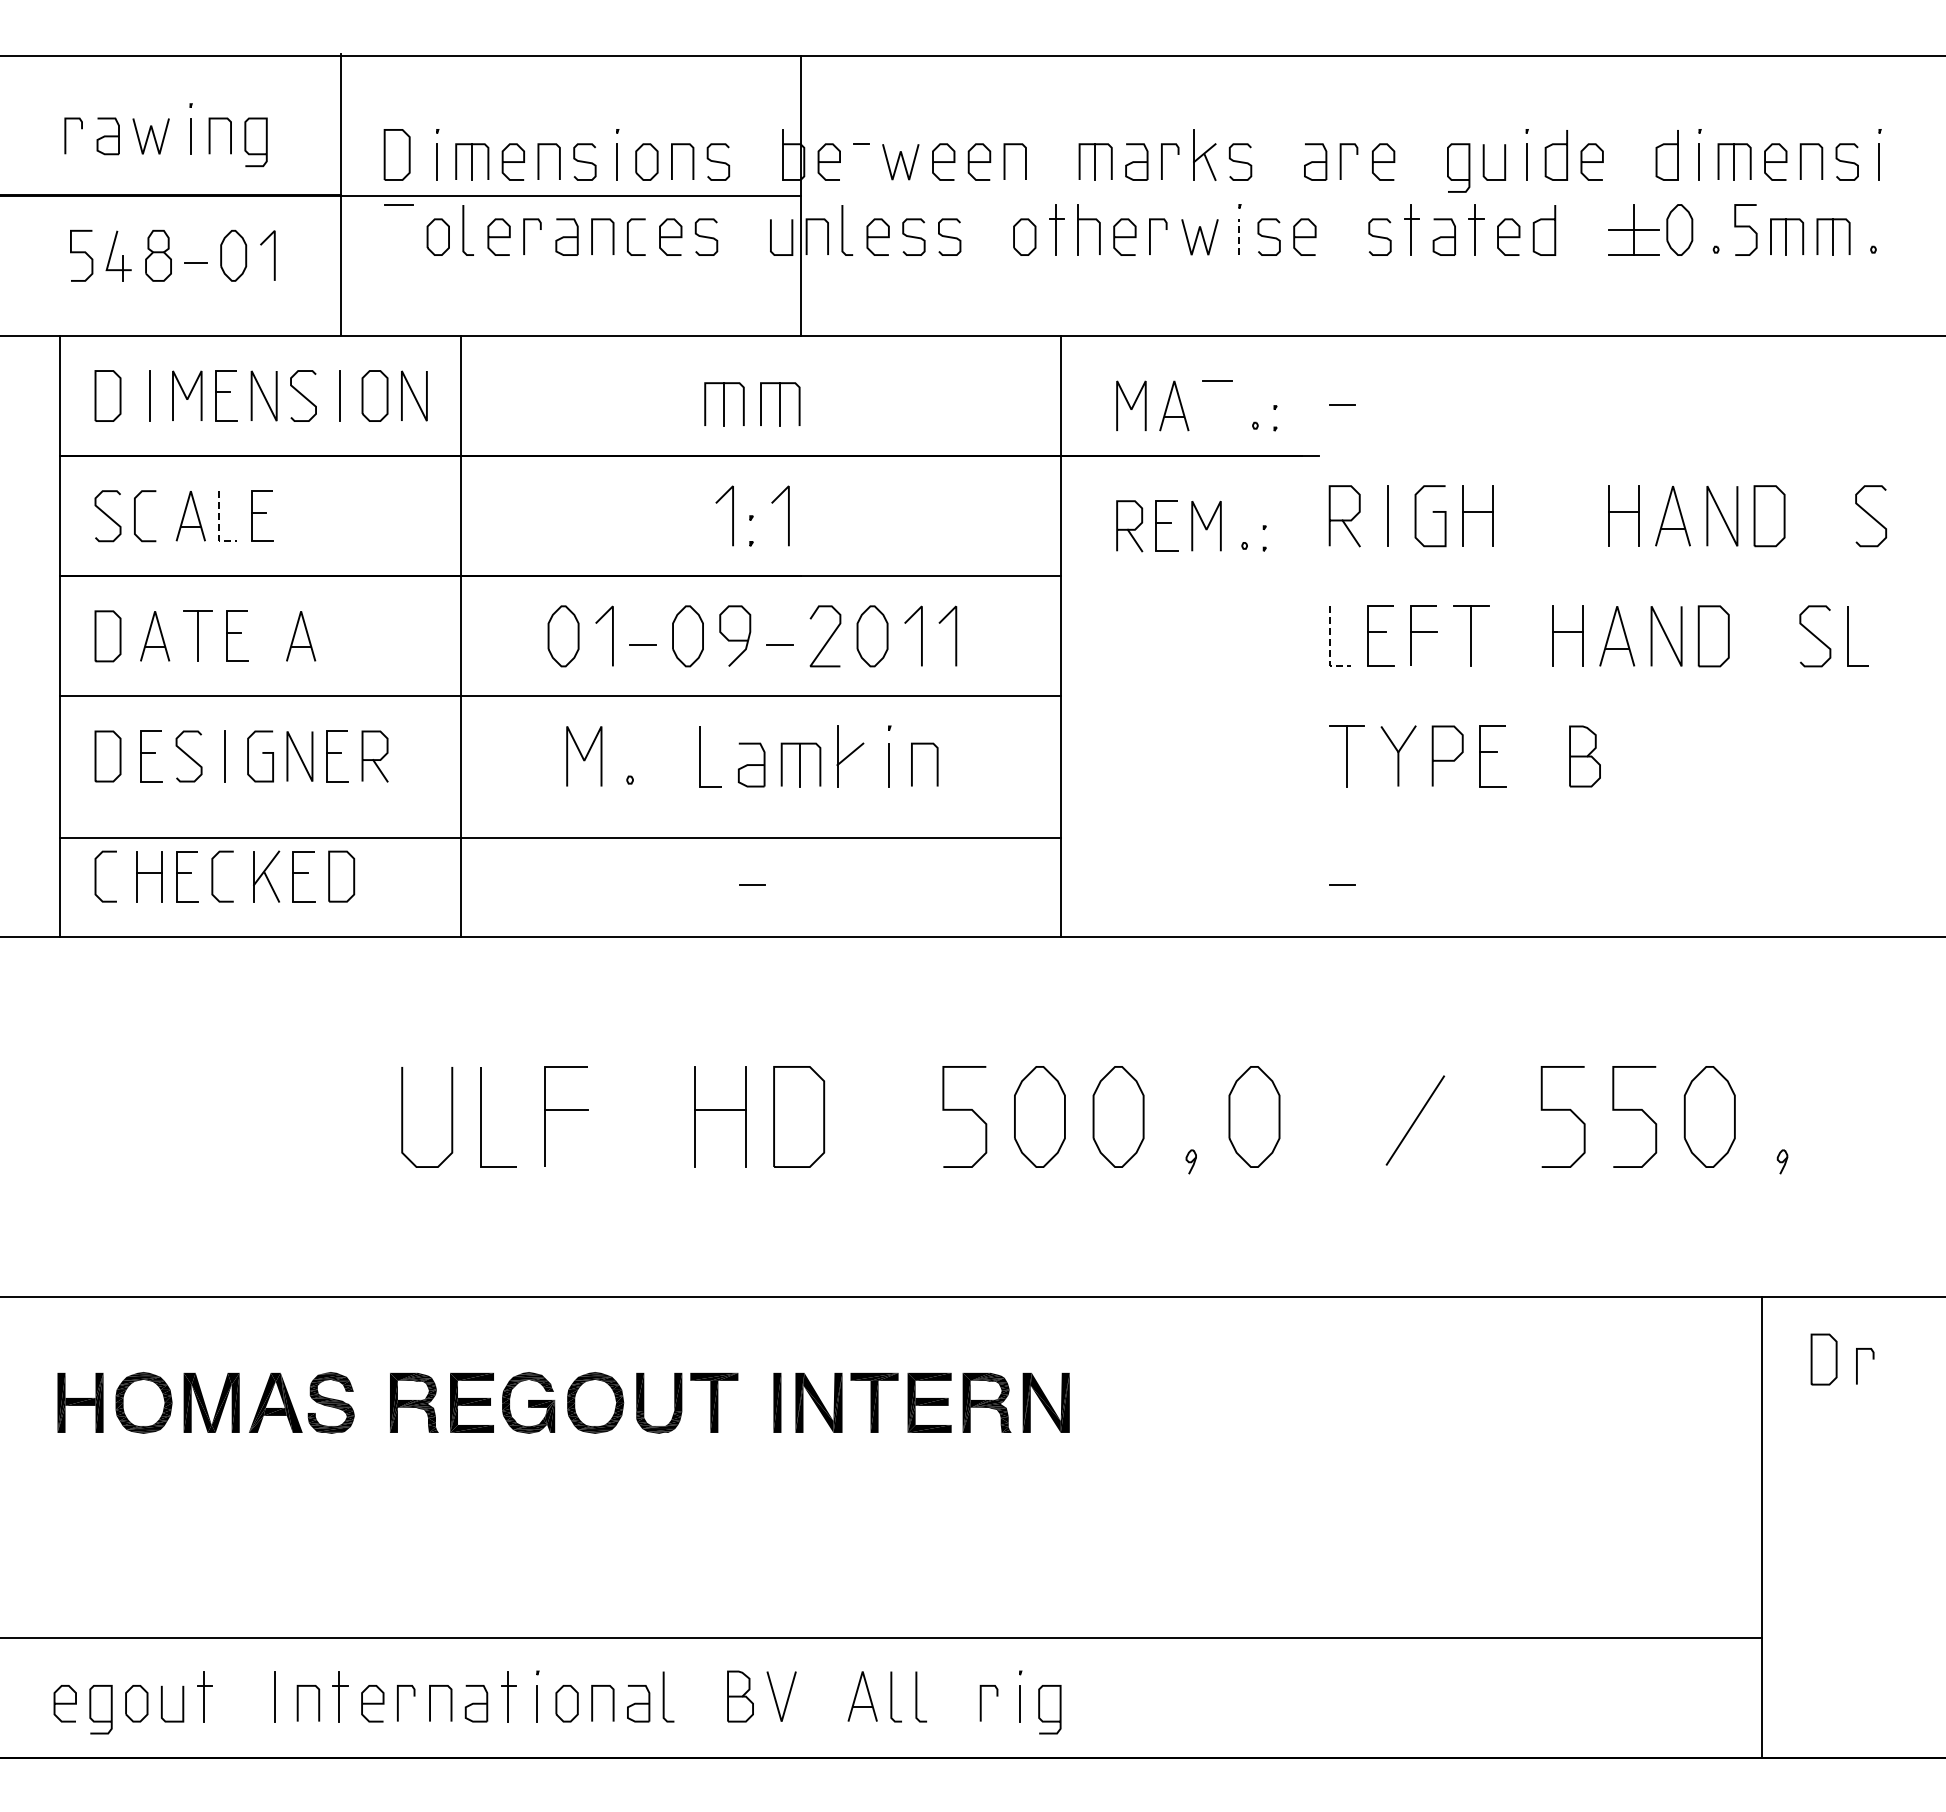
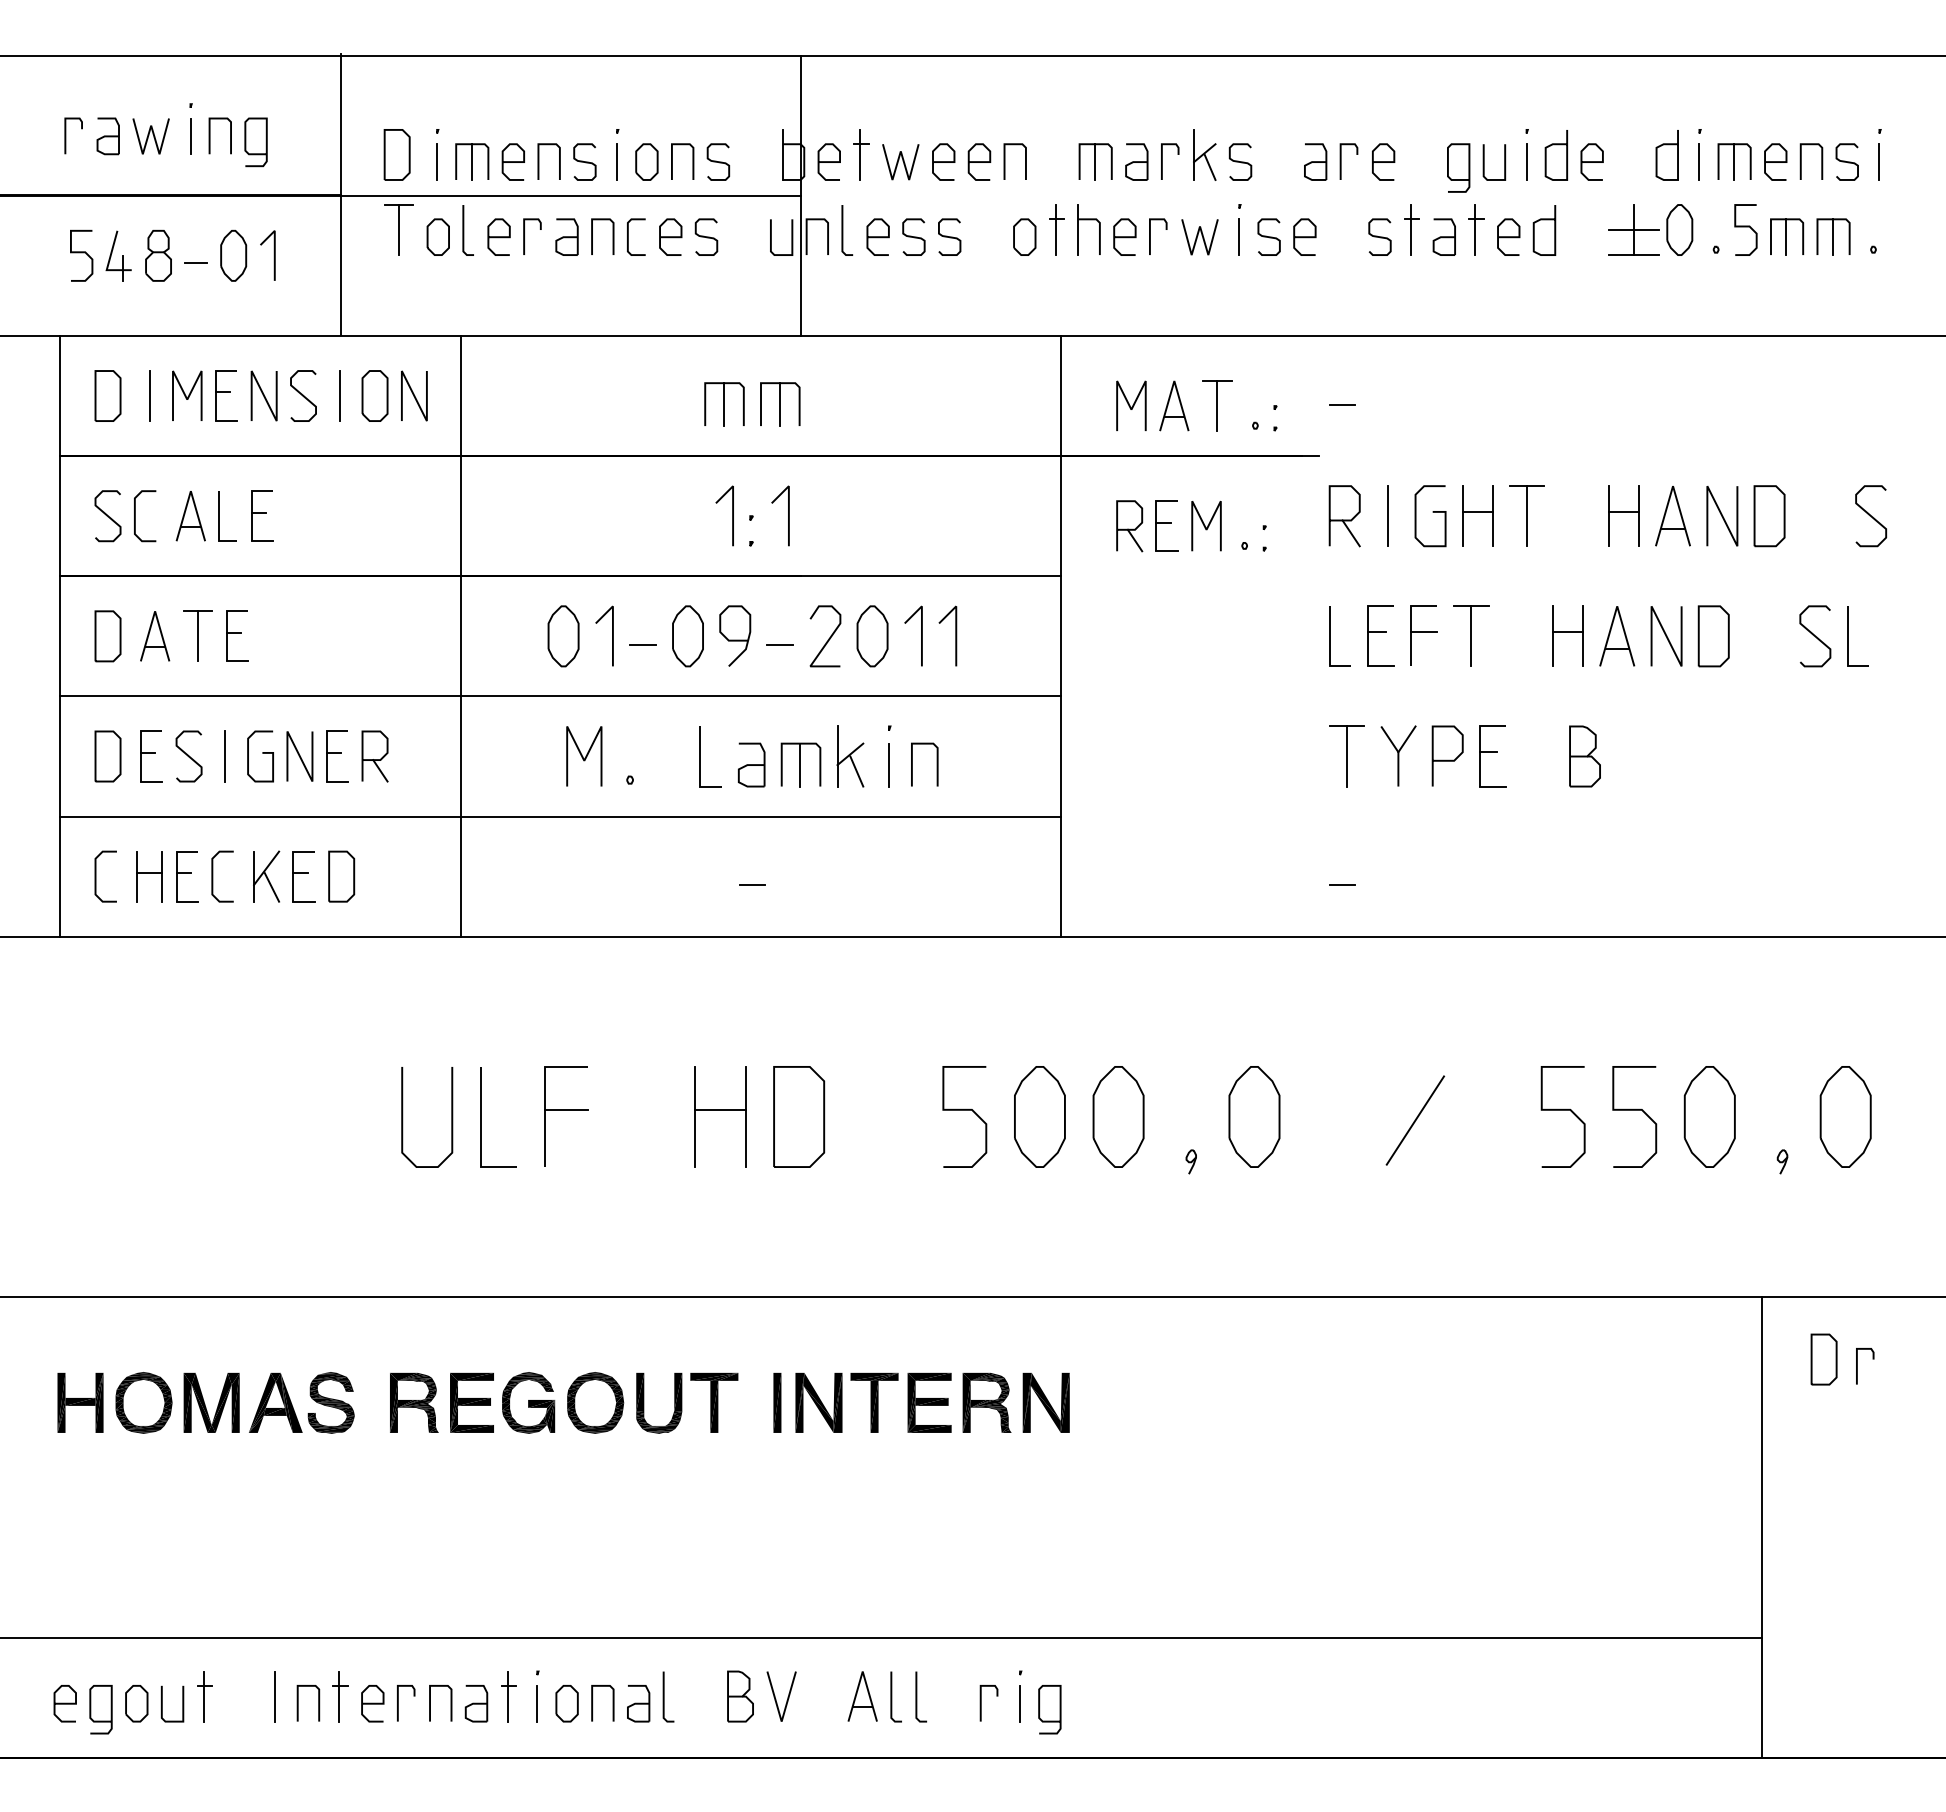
line at (860, 154): none -> present
line at (398, 230): none -> present
line at (1239, 237): dashed -> solid
line at (1217, 406): none -> present
part at (1526, 515): none -> present
line at (219, 525): dashed -> solid
part at (301, 636): present -> none
line at (1329, 647): dashed -> solid
line at (856, 771): none -> present
line at (560, 837) position: (560, 837) -> (560, 816)
part at (1845, 1116): none -> present
